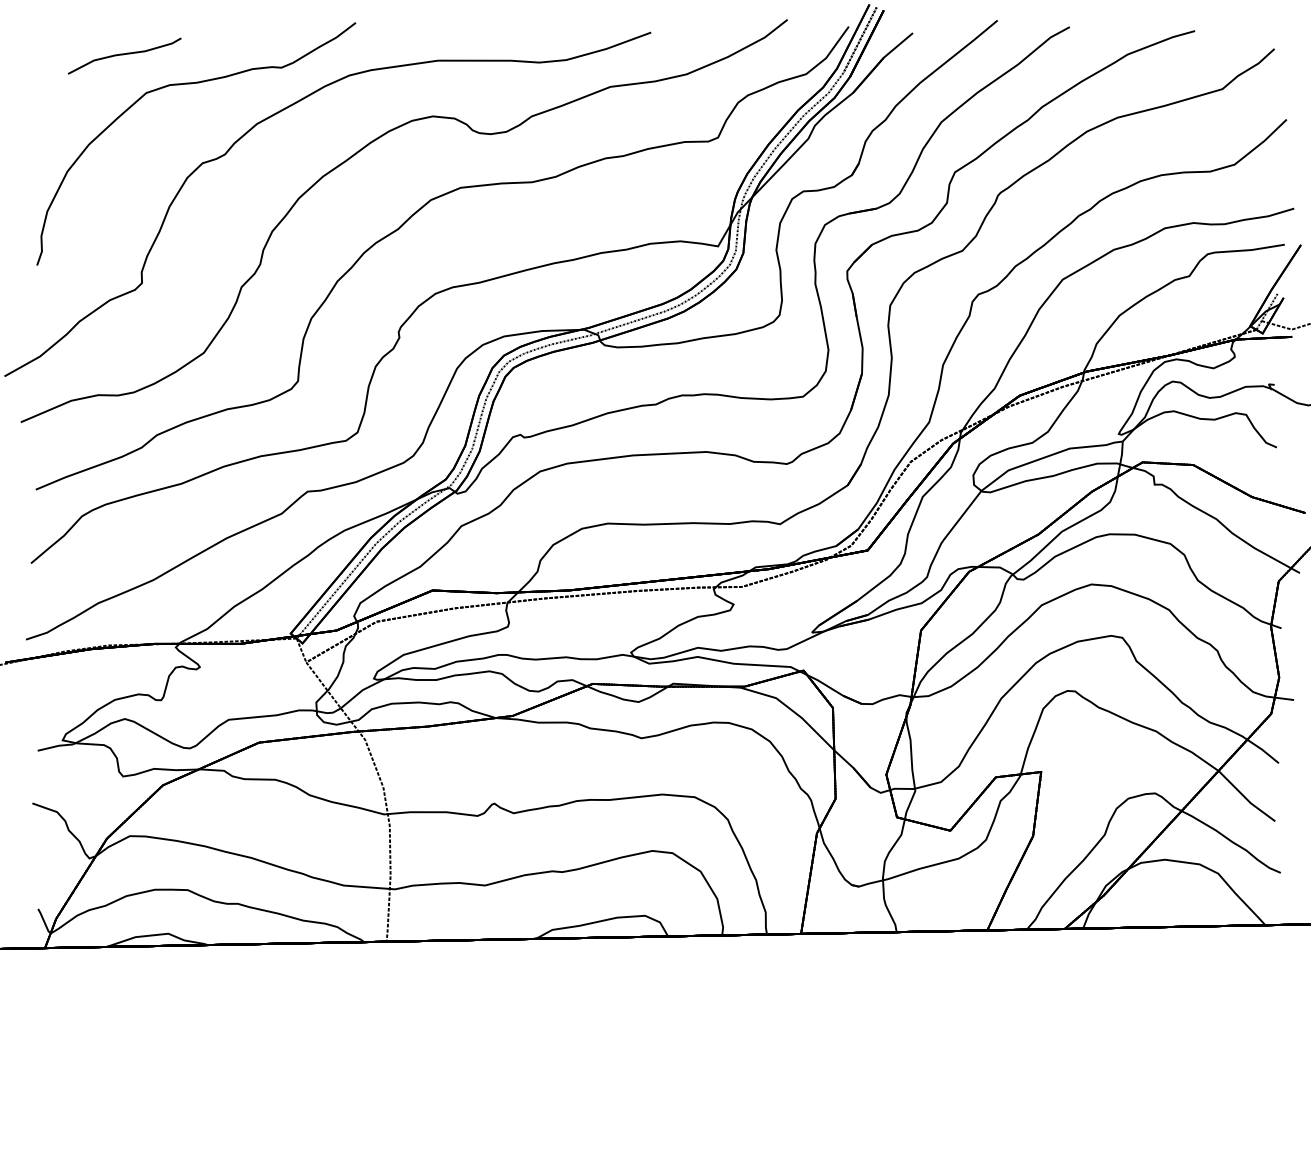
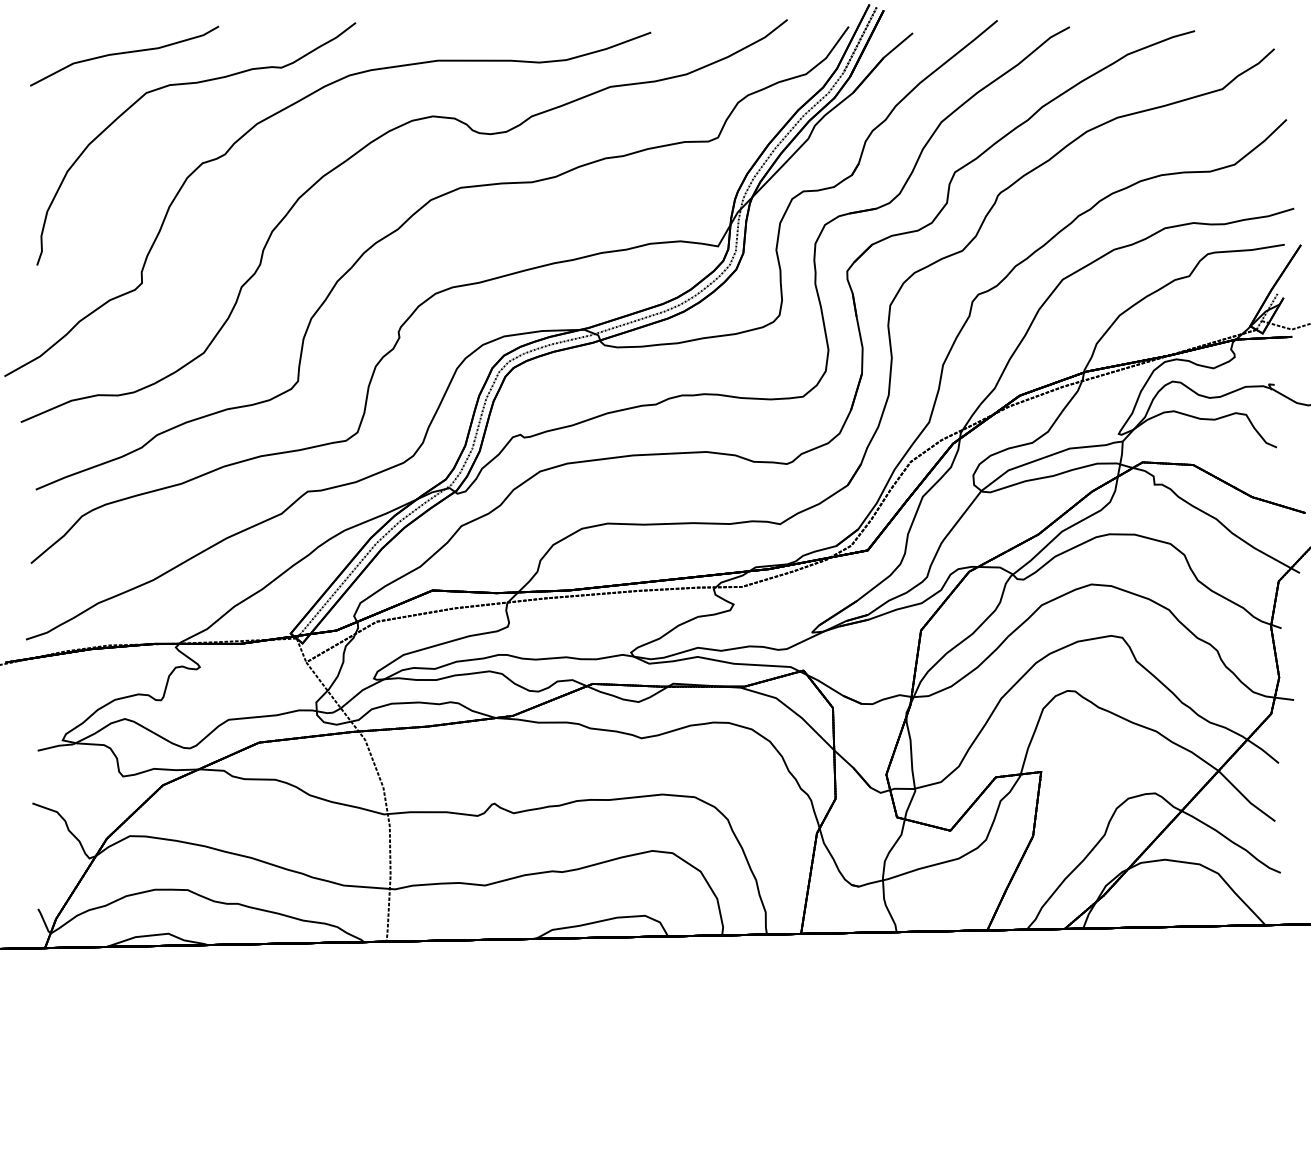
part at (124, 55) size: 114x38 px -> 190x62 px
